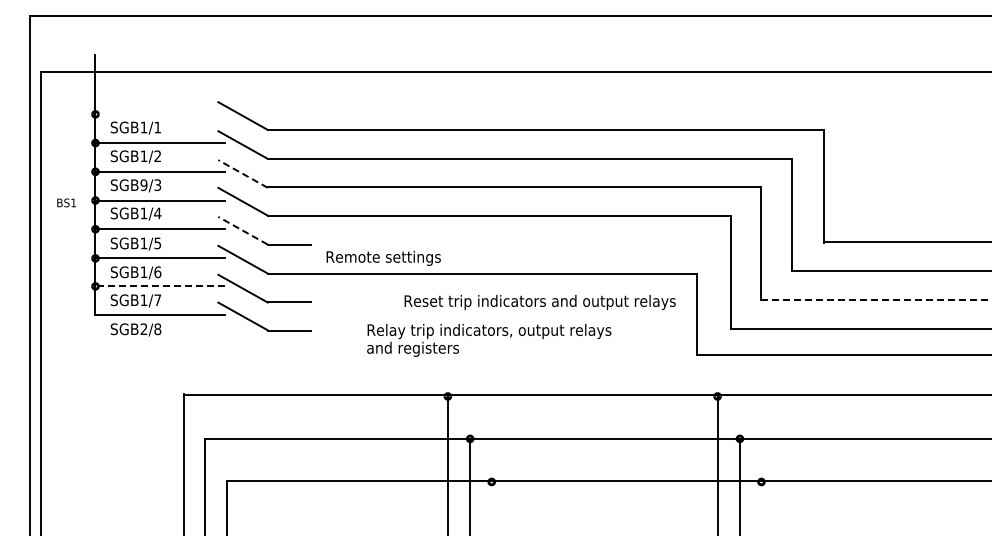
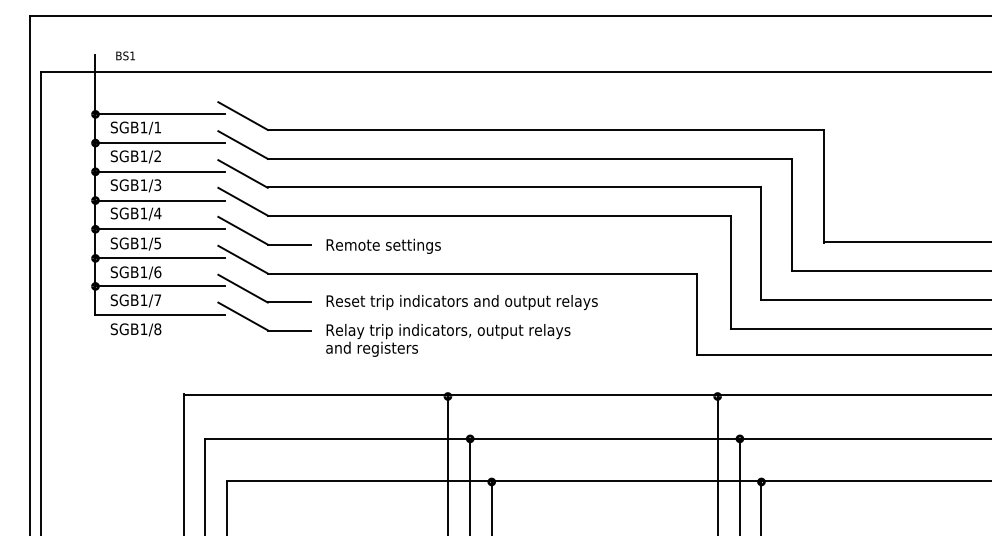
line at (159, 114): none -> present
line at (242, 173): dashed -> solid
text at (143, 185): SGB9/3 -> SGB1/3
text at (66, 202) position: (66, 202) -> (125, 55)
line at (242, 230): dashed -> solid
text at (383, 257) position: (383, 257) -> (383, 245)
line at (160, 286): dashed -> solid
line at (876, 299): dashed -> solid
text at (539, 302) position: (539, 302) -> (461, 302)
text at (143, 328): SGB2/8 -> SGB1/8
text at (489, 340) position: (489, 340) -> (448, 340)
line at (491, 506): none -> present
line at (761, 506): none -> present
